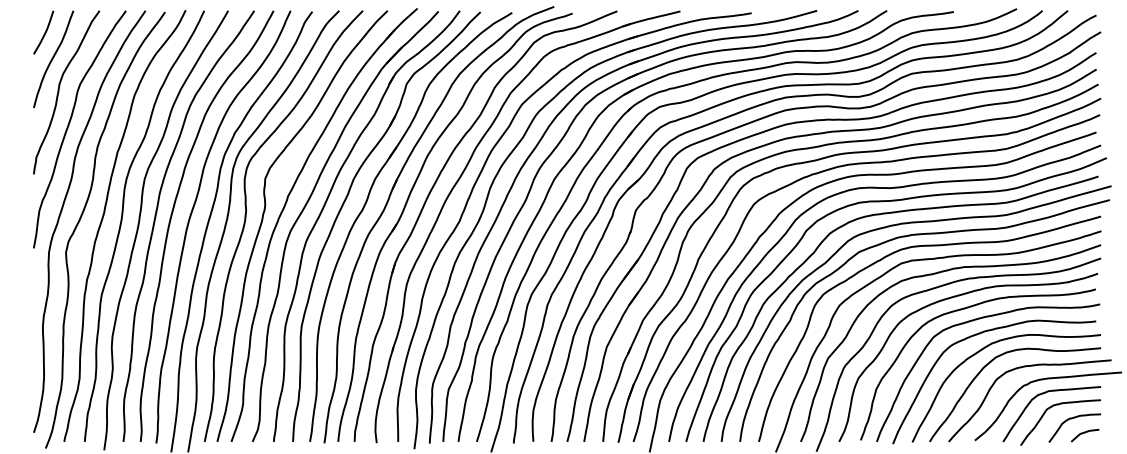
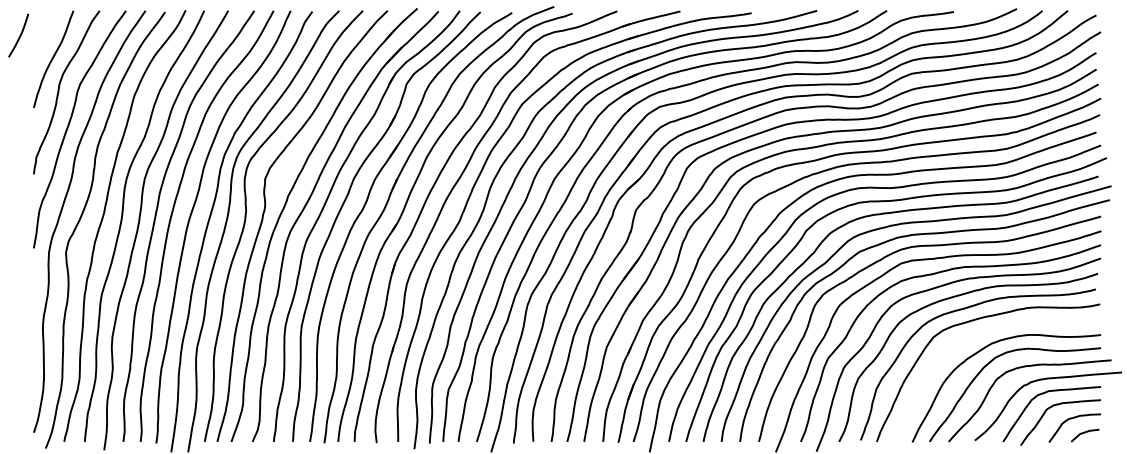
curve at (44, 32) position: (44, 32) -> (19, 35)
curve at (977, 335): present -> none
